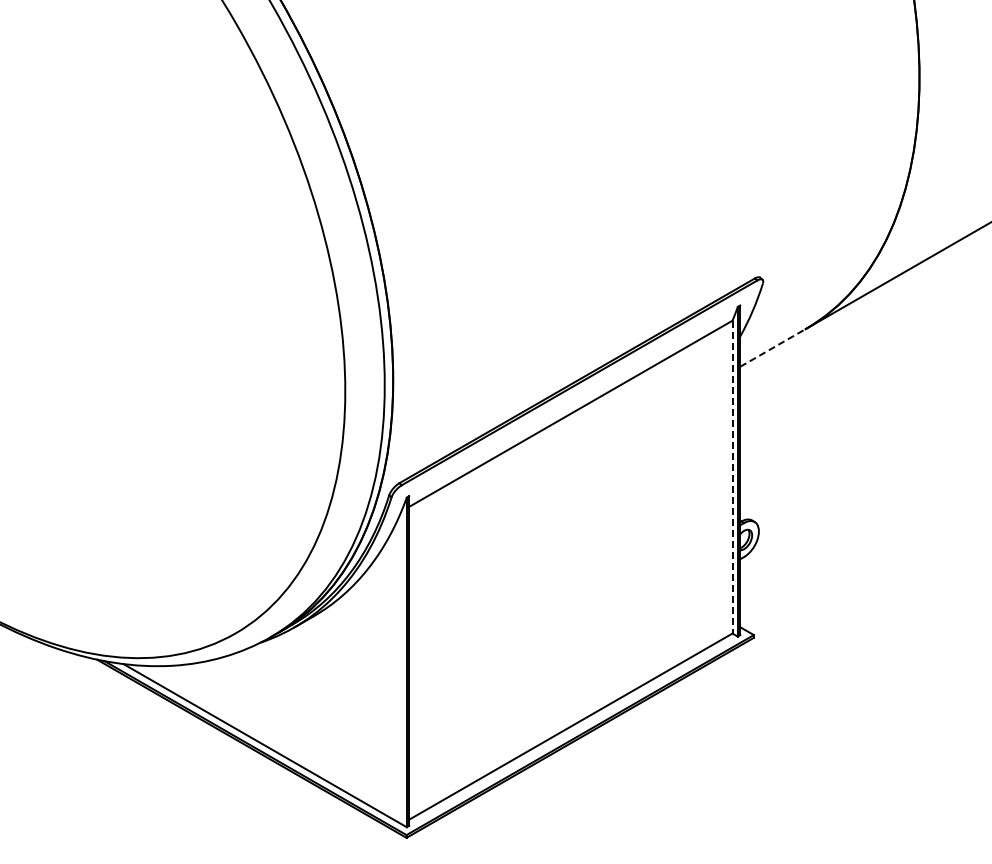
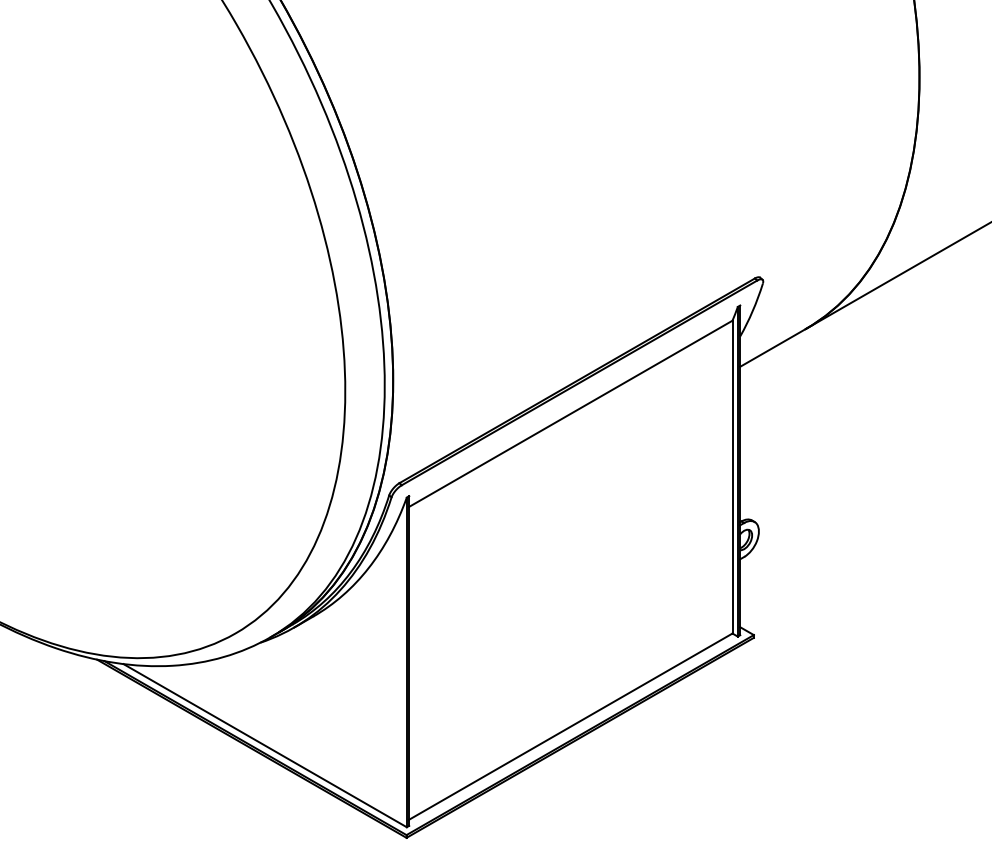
line at (772, 348): dashed -> solid
line at (732, 477): dashed -> solid
